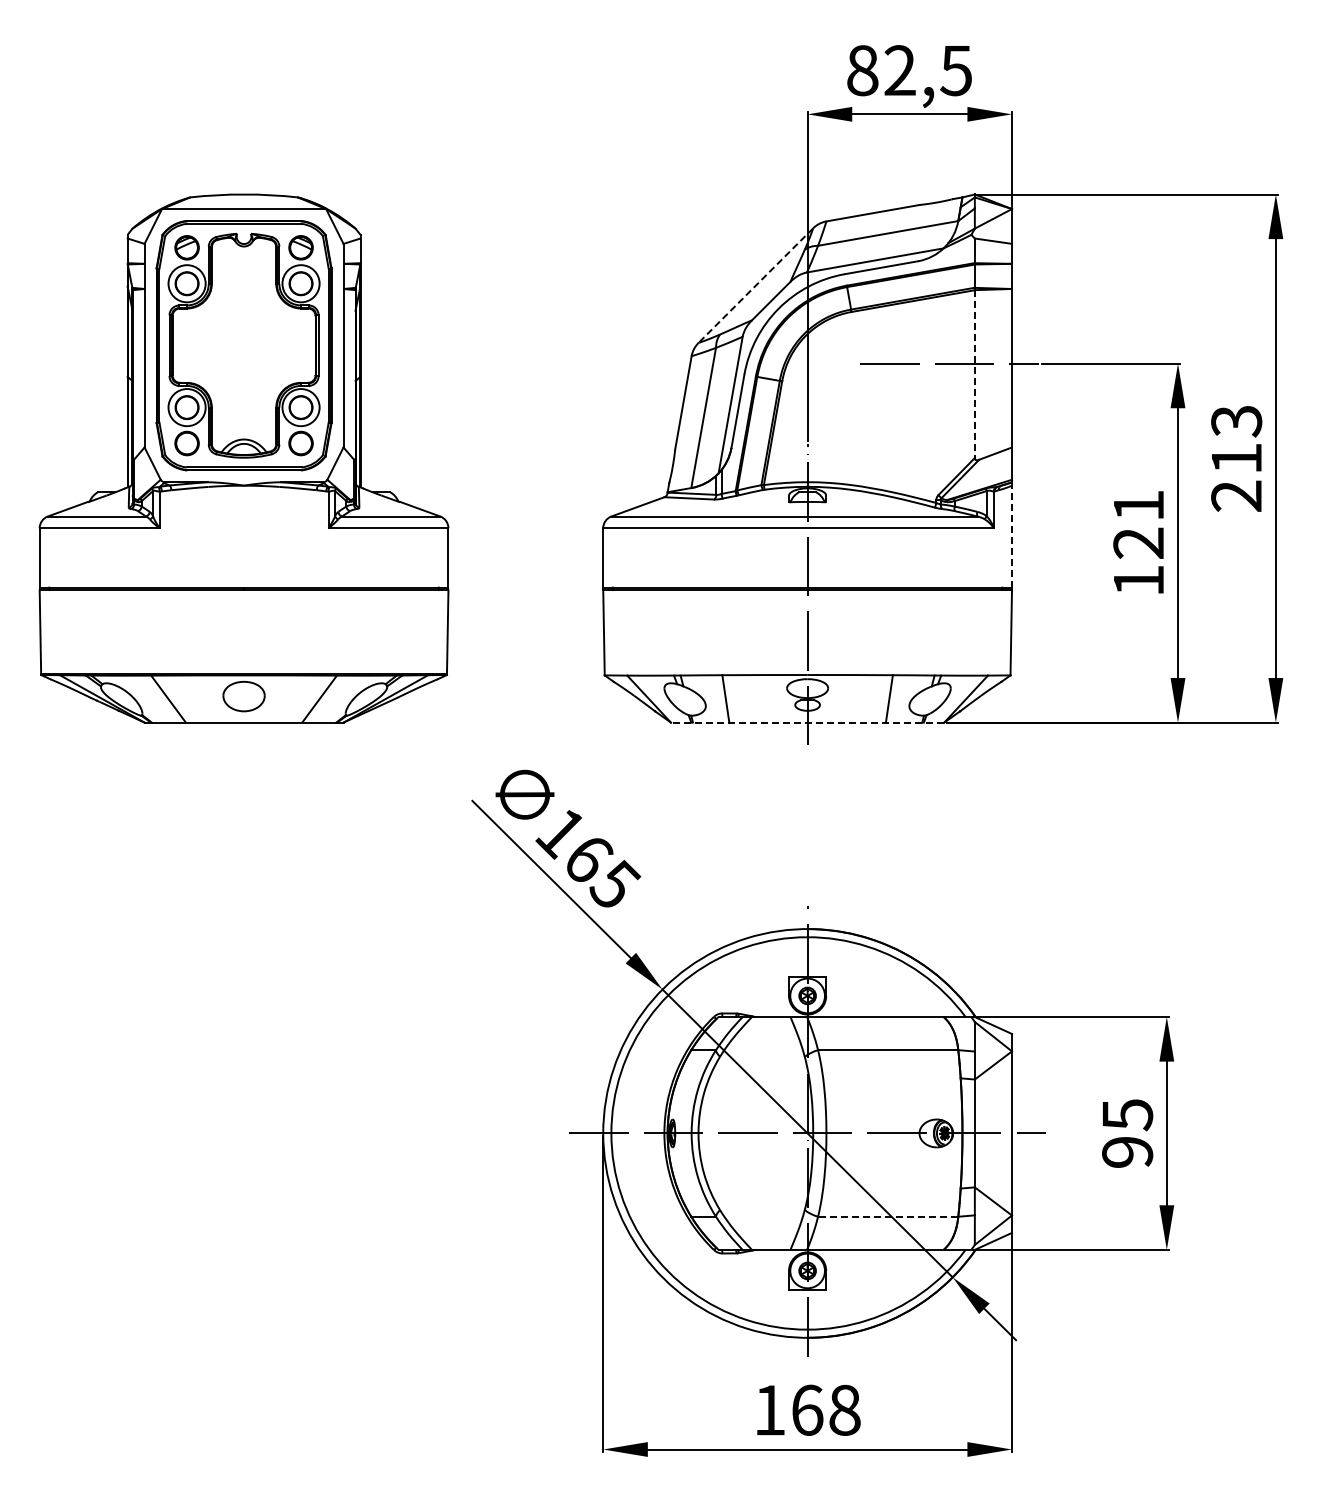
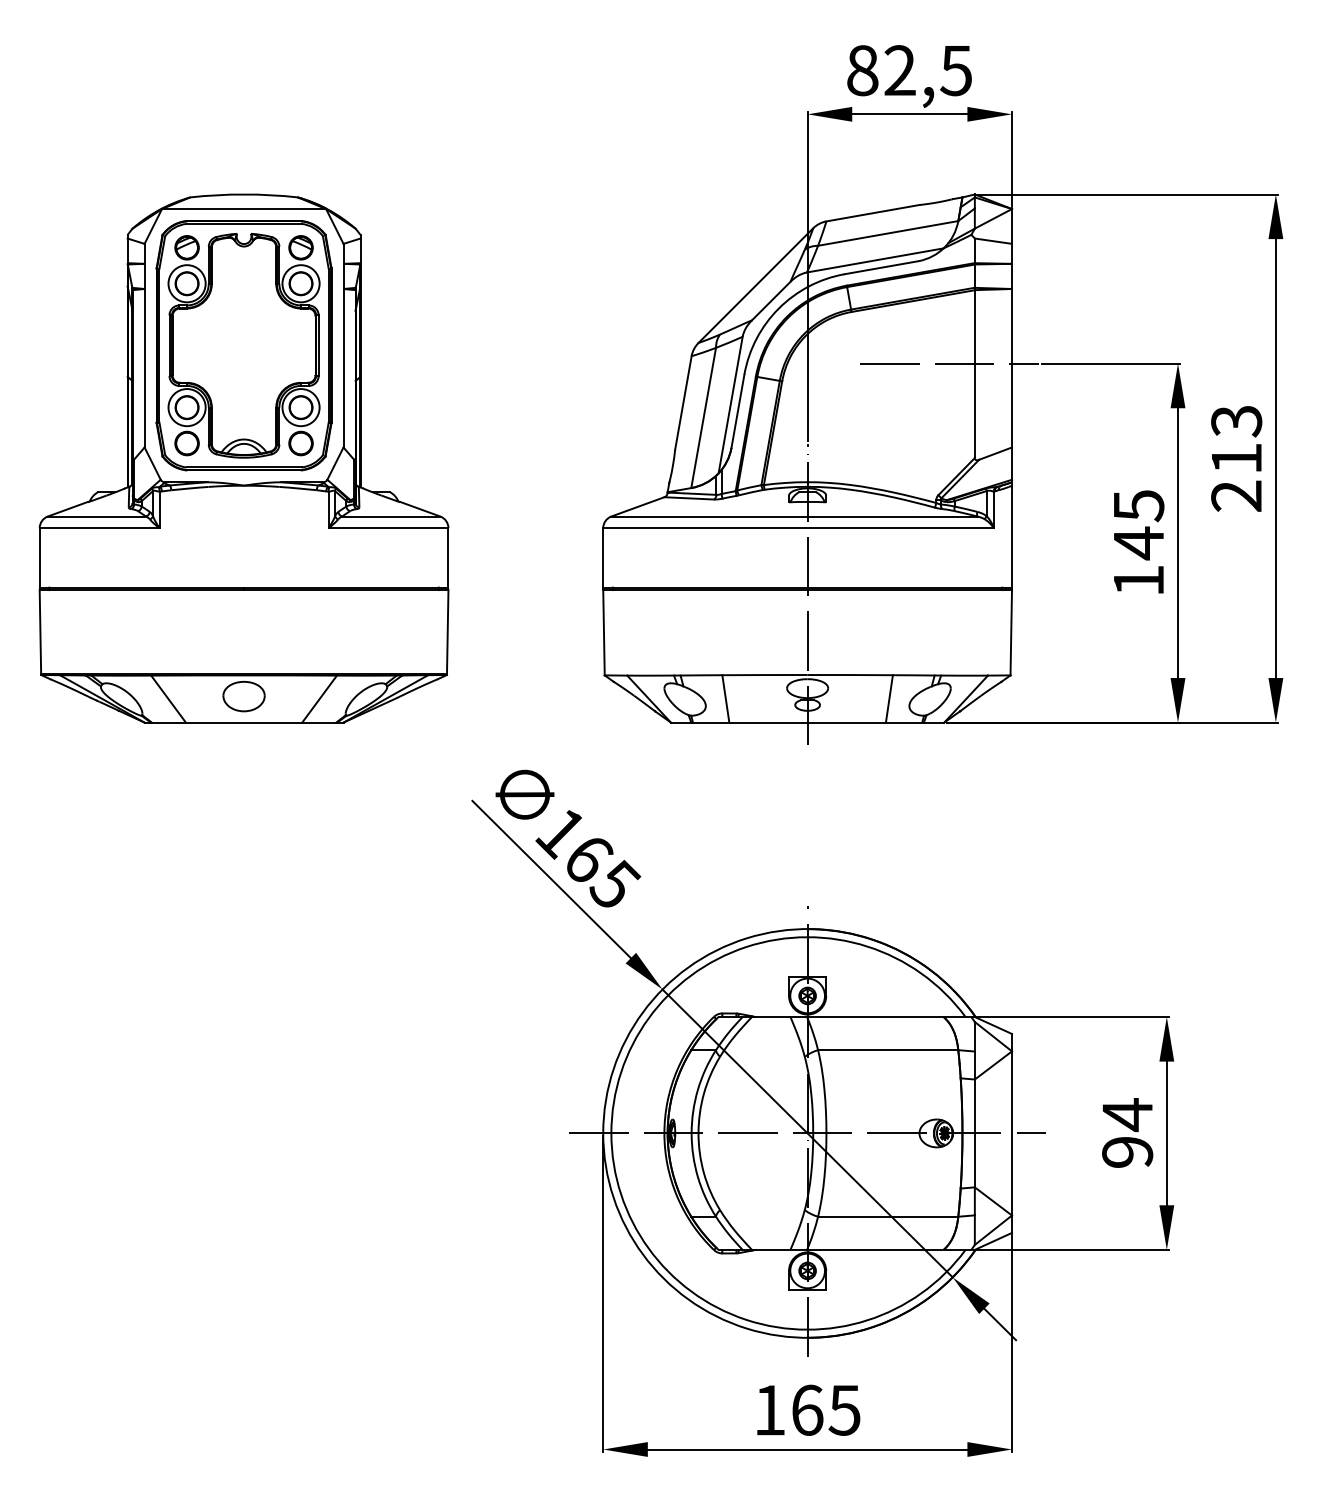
line at (755, 286): dashed -> solid
line at (974, 374): dashed -> solid
text at (1138, 525): 121 -> 145
line at (1012, 536): dashed -> solid
line at (807, 722): dashed -> solid
text at (1127, 1114): 95 -> 94
line at (887, 1216): dashed -> solid
text at (844, 1409): 168 -> 165
